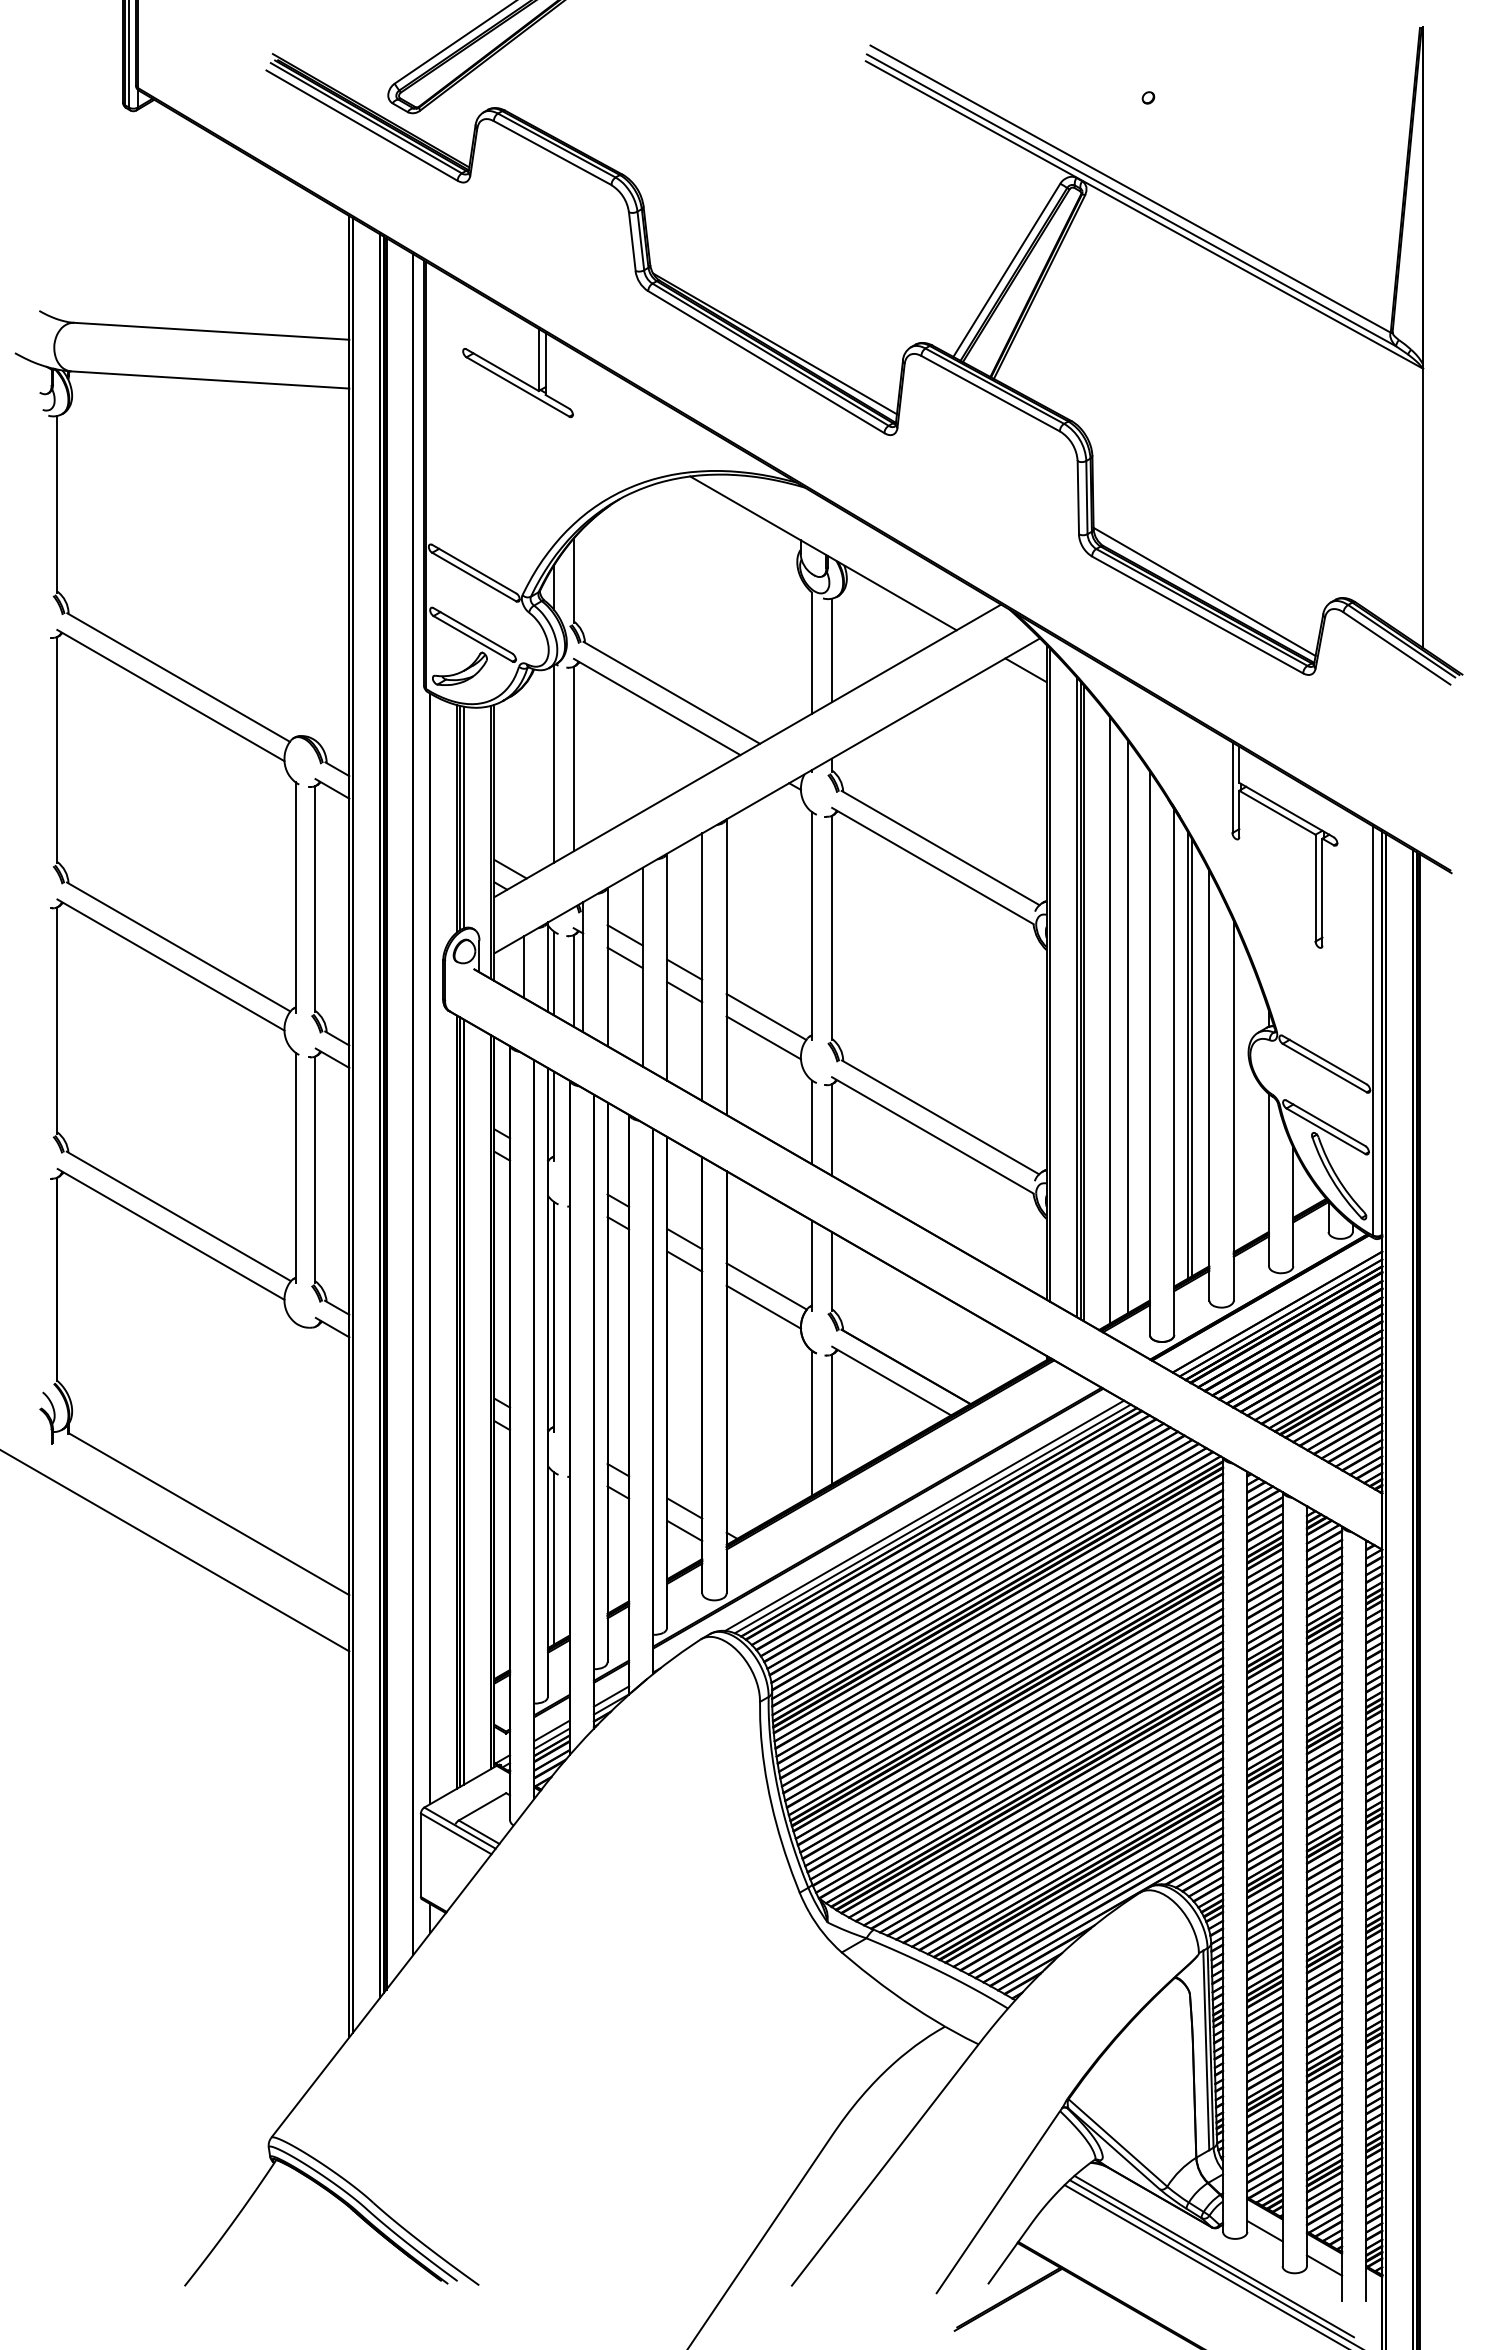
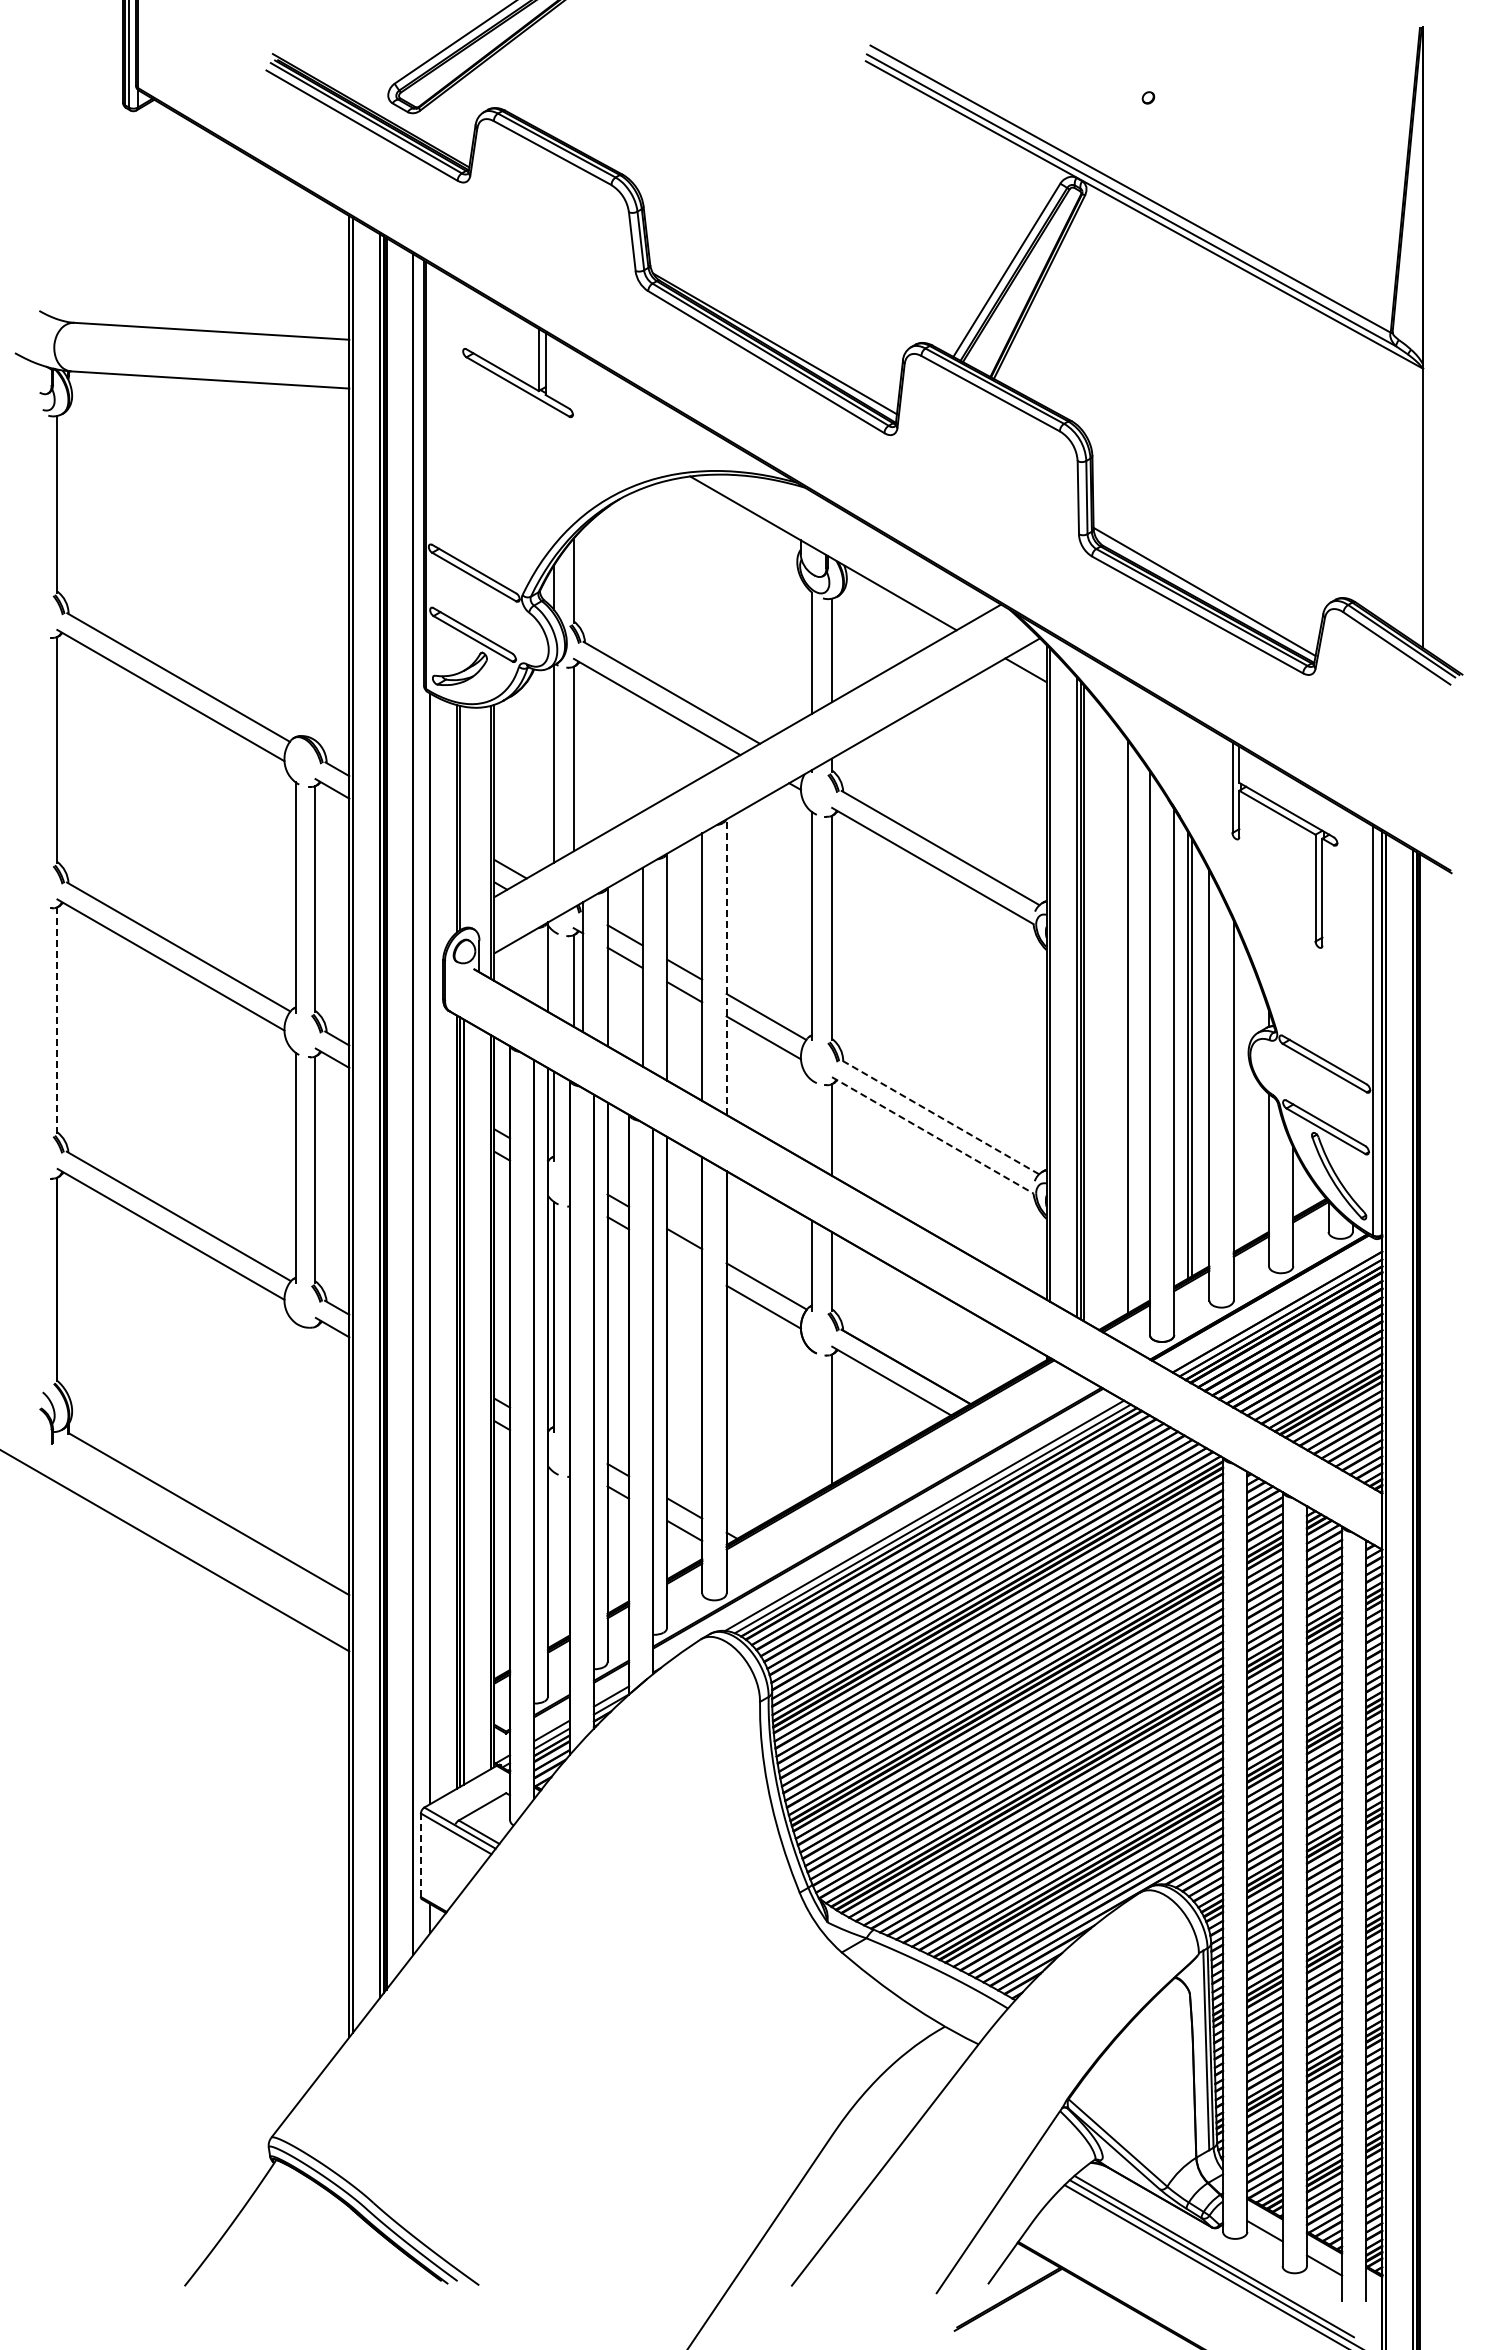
line at (464, 817): present -> none
line at (523, 966): present -> none
line at (726, 967): solid -> dashed
line at (554, 973): present -> none
line at (57, 1020): solid -> dashed
line at (1110, 1020): present -> none
line at (940, 1117): solid -> dashed
line at (812, 1122): present -> none
line at (933, 1135): solid -> dashed
line at (684, 1261): present -> none
line at (812, 1423): present -> none
line at (554, 1558): present -> none
line at (420, 1855): solid -> dashed
